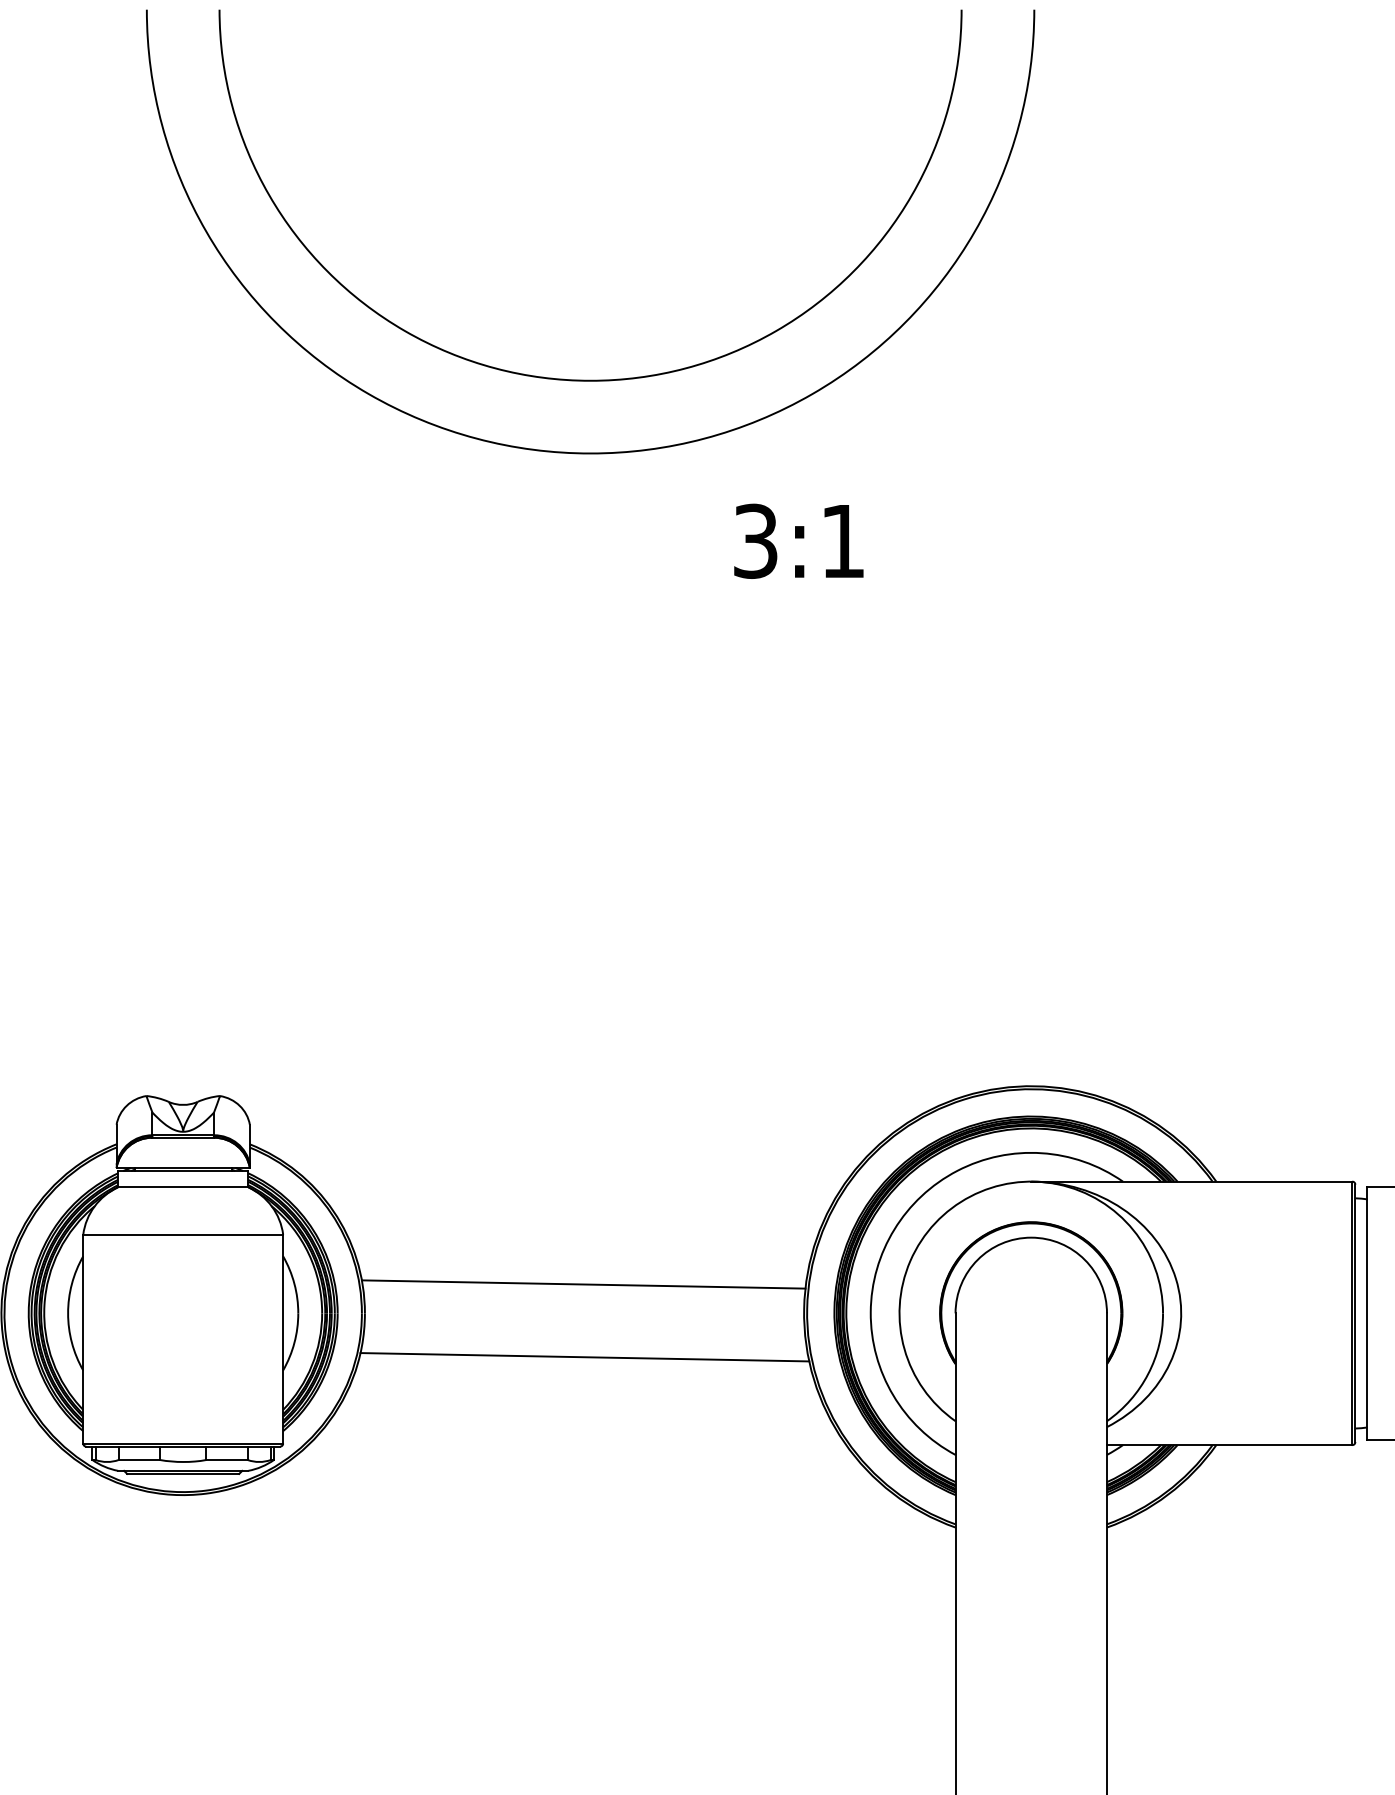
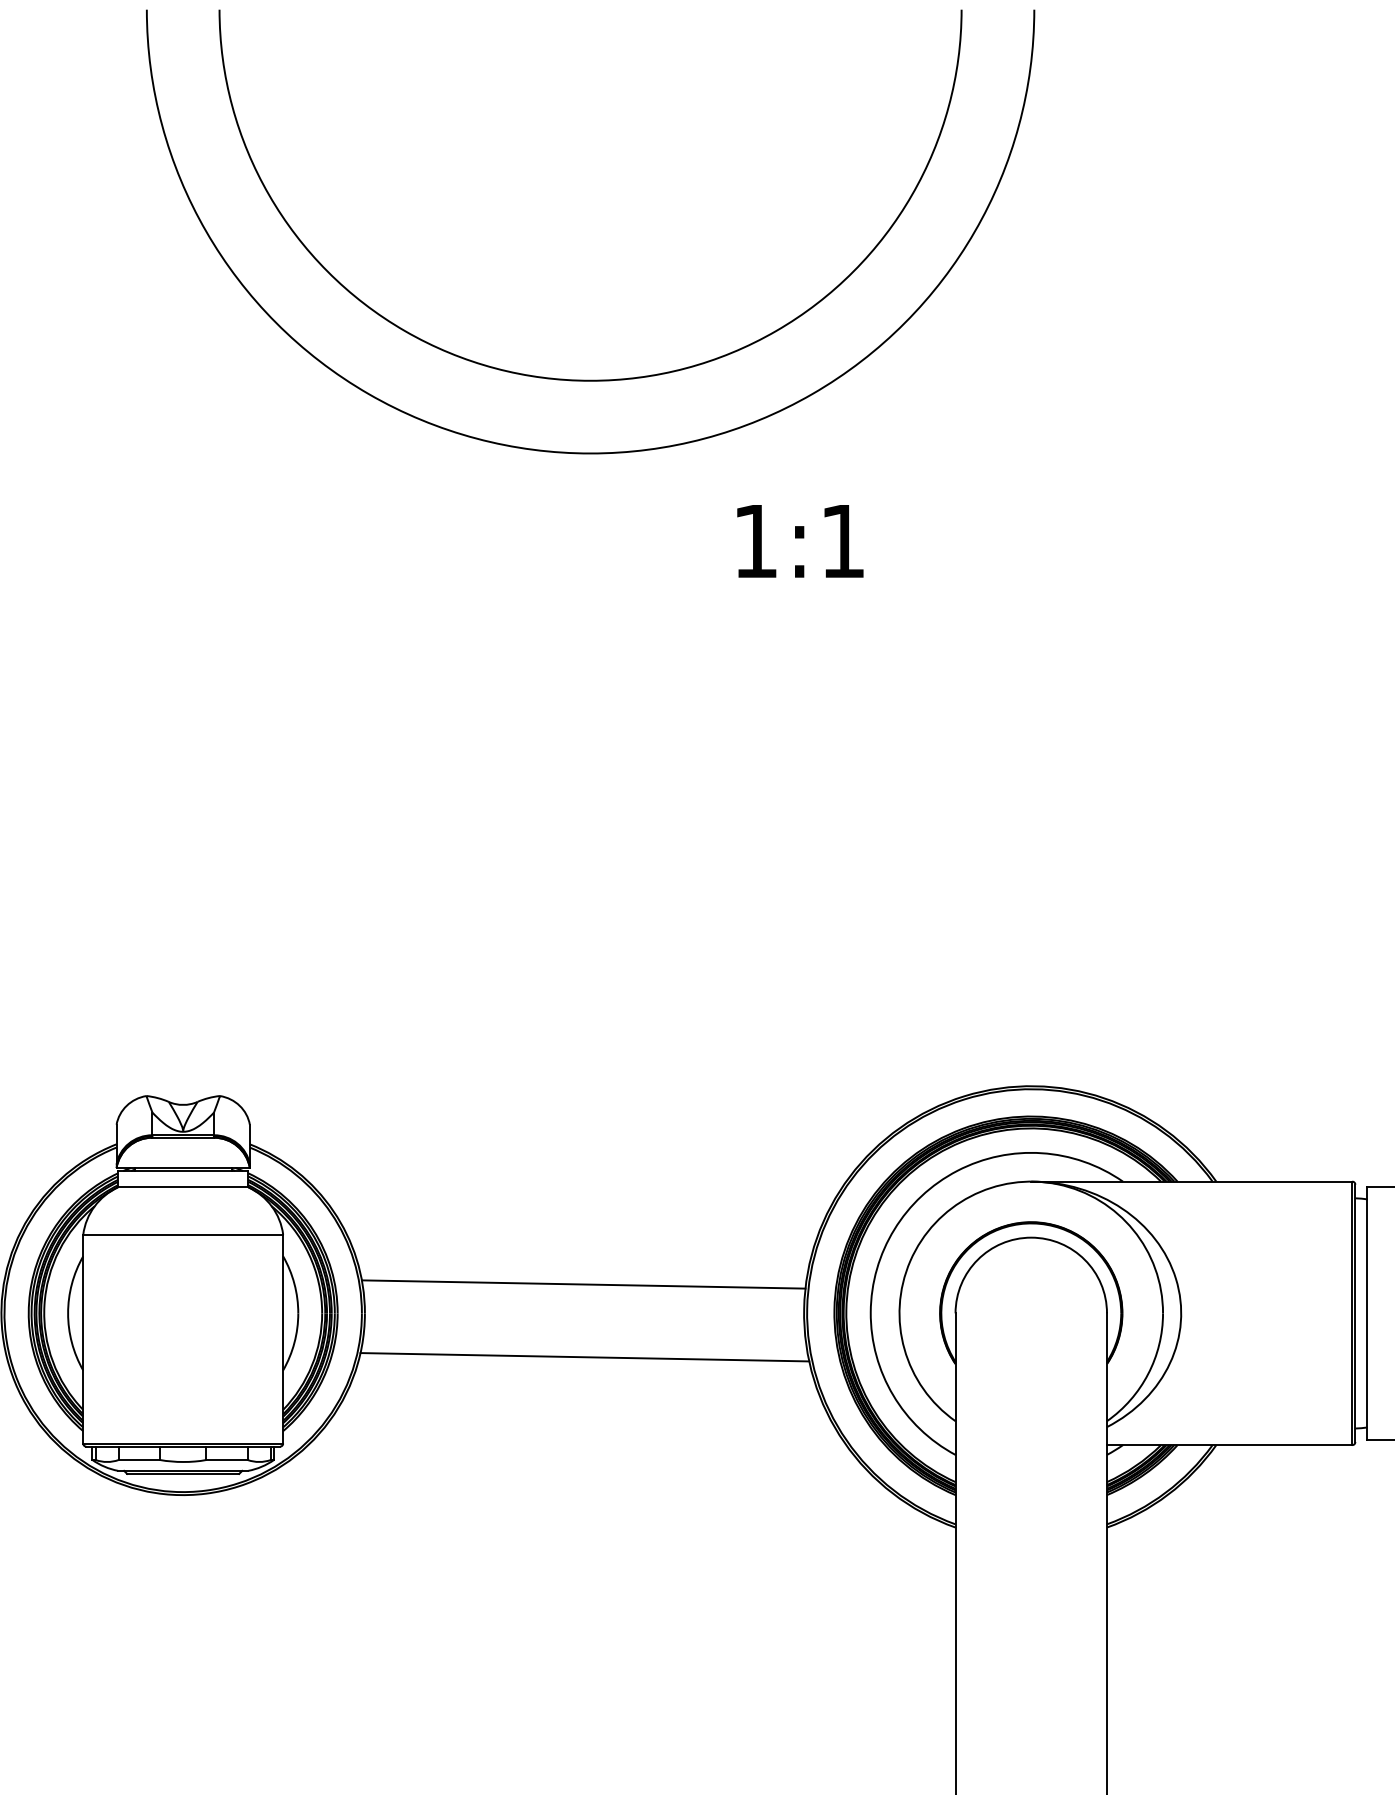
text at (755, 540): 3:1 -> 1:1
